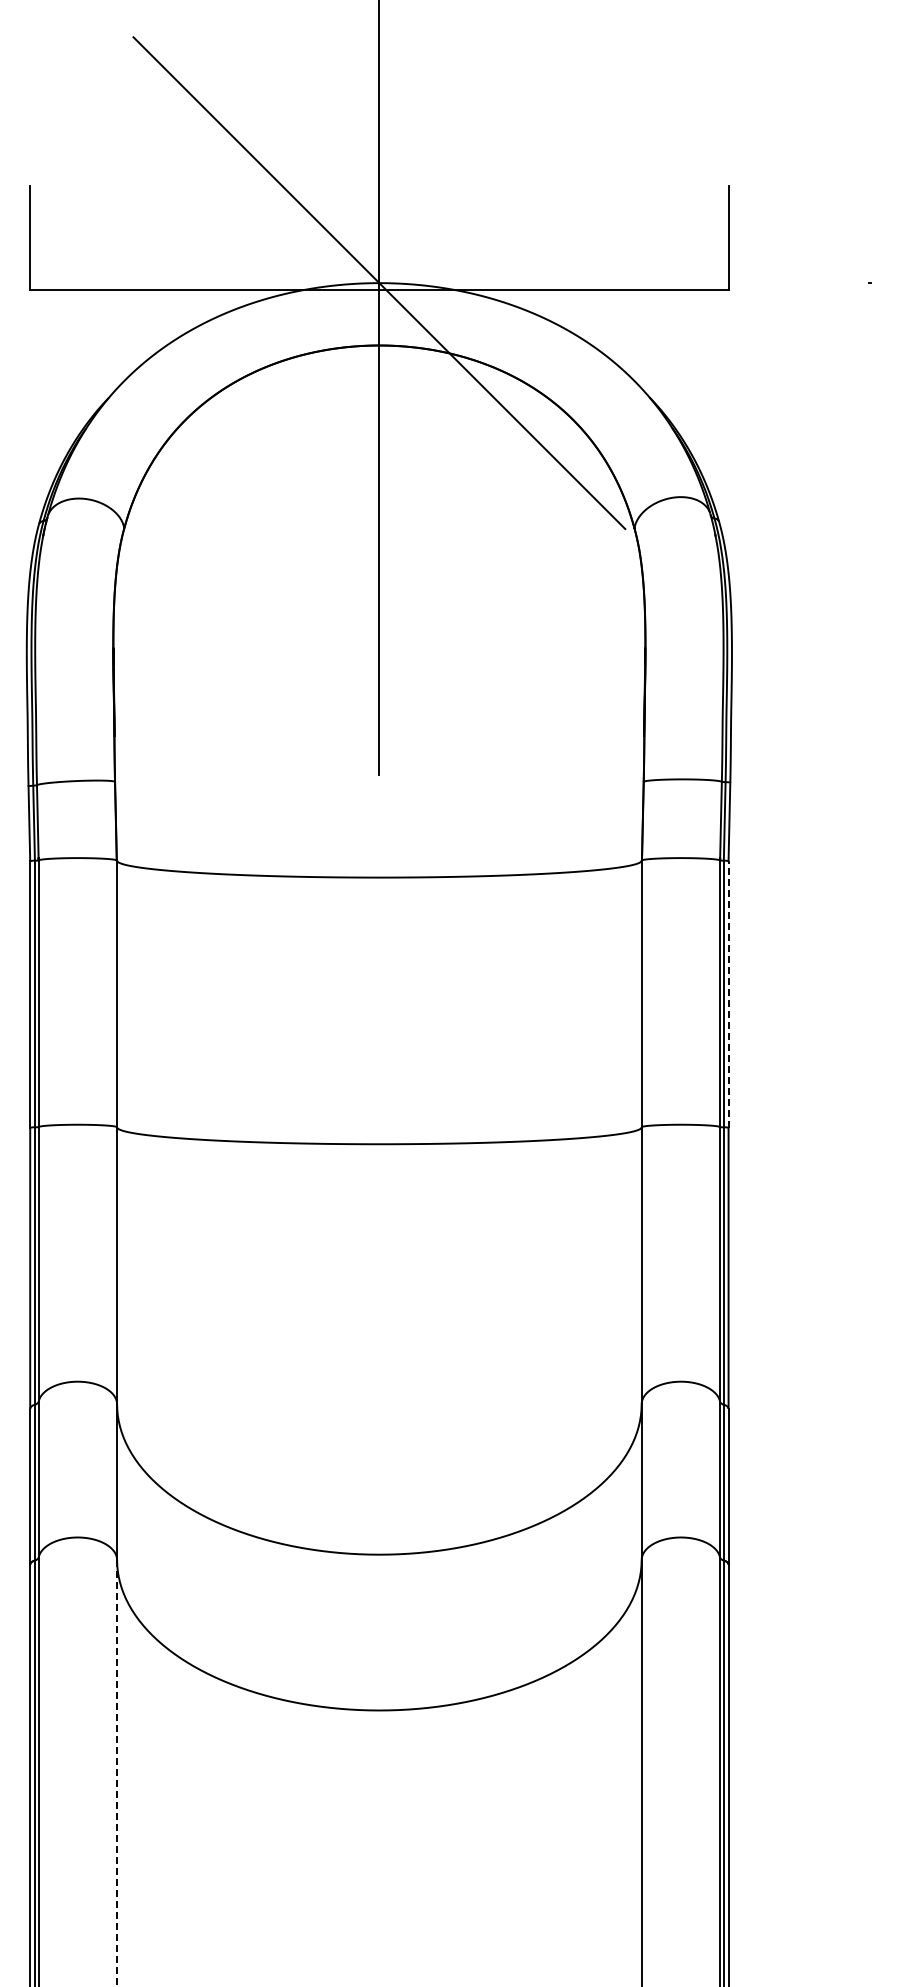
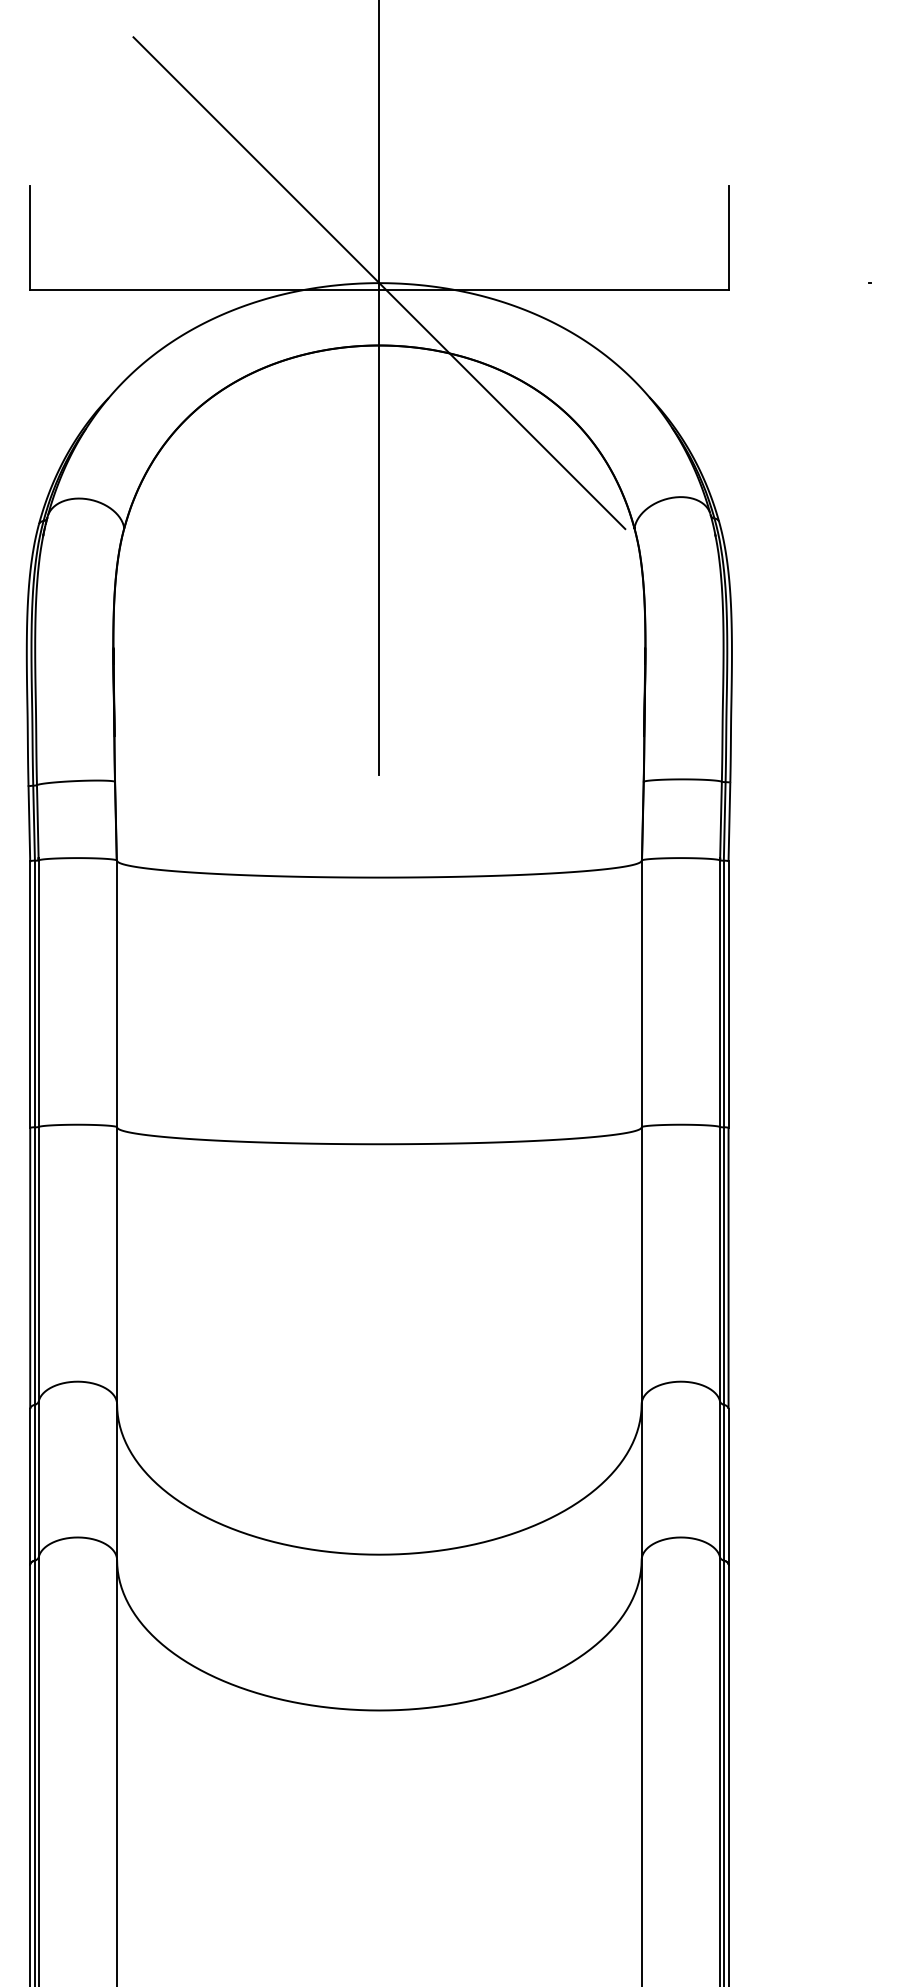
line at (728, 994): dashed -> solid
line at (117, 1773): dashed -> solid
